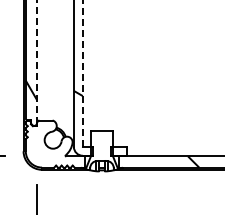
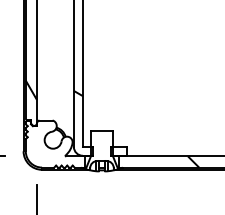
line at (36, 61): dashed -> solid
line at (82, 73): dashed -> solid
